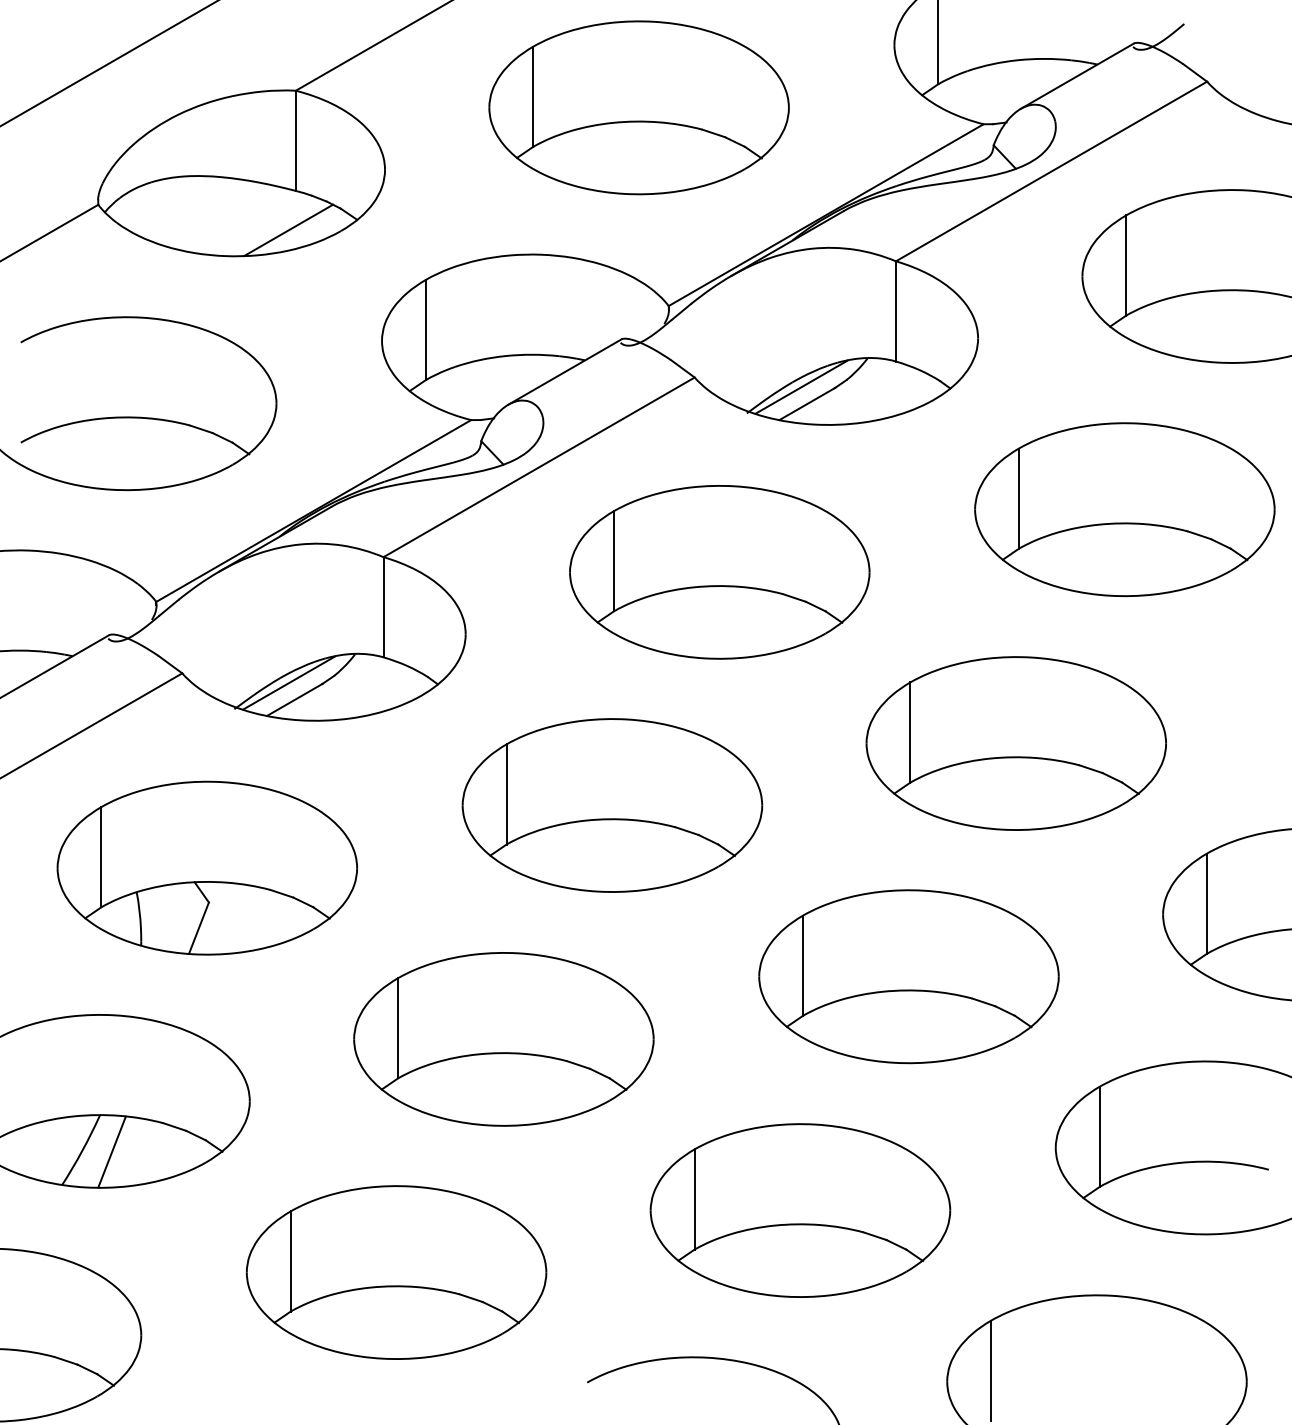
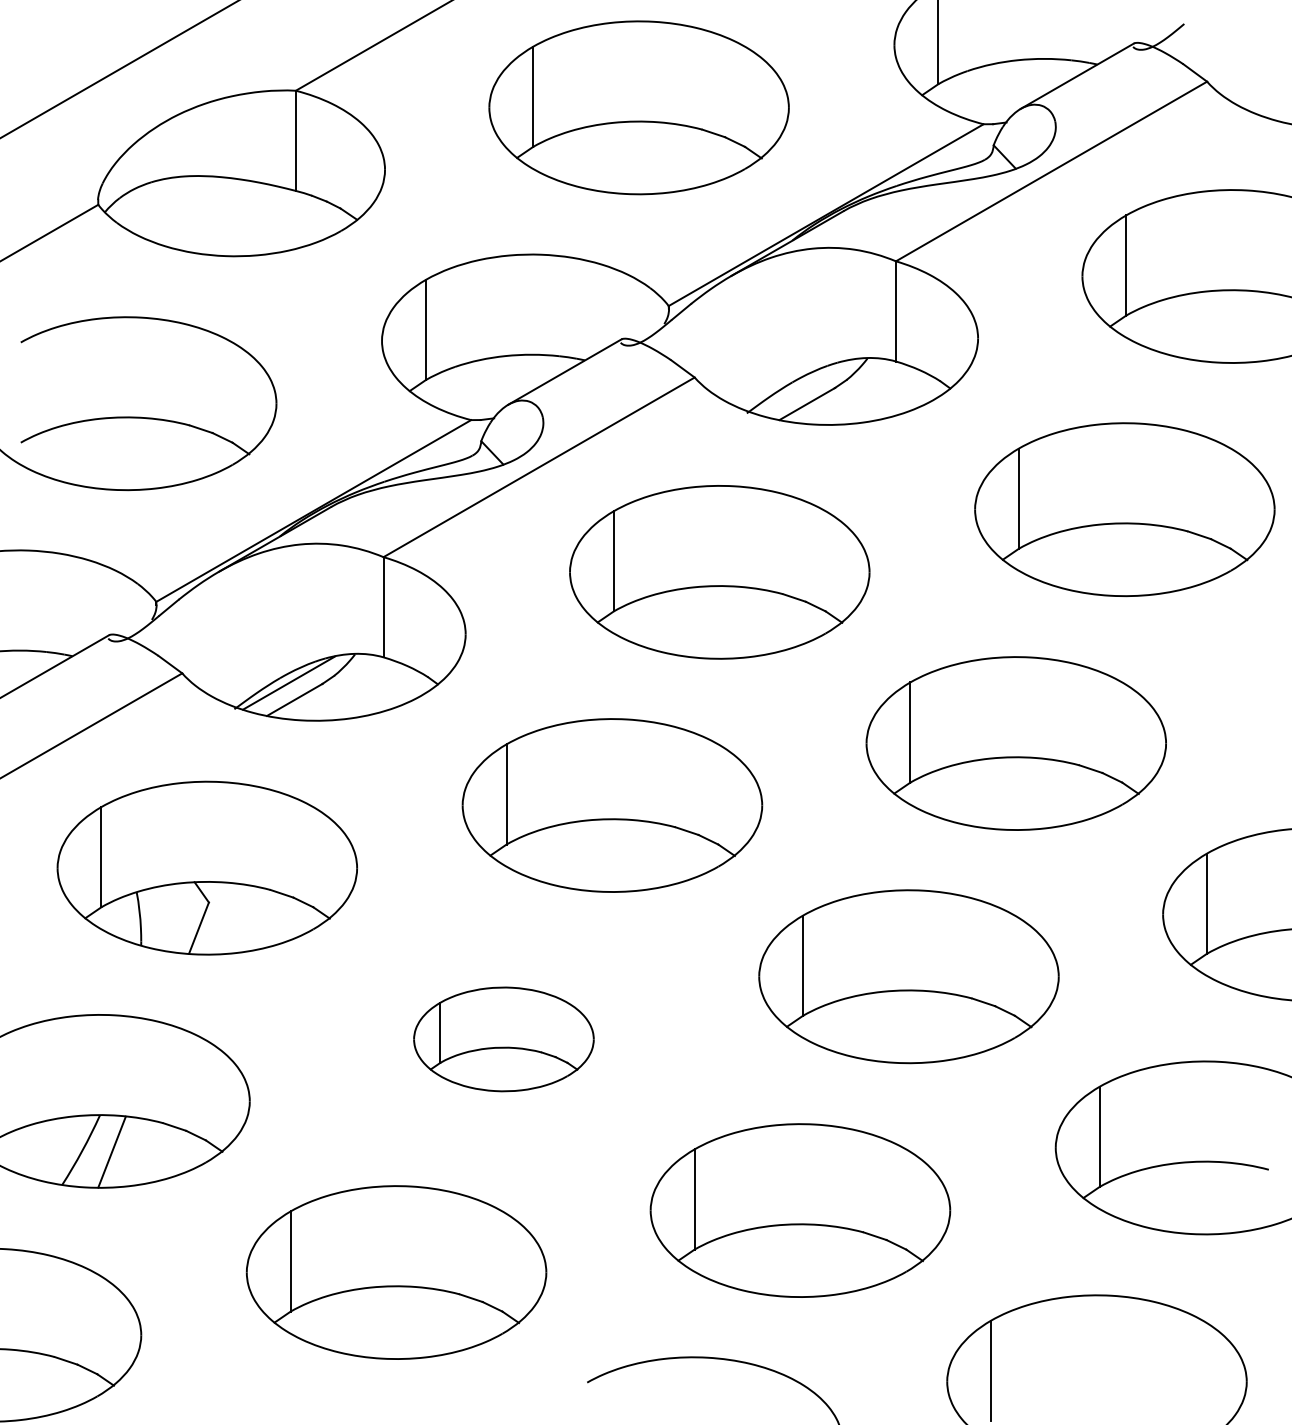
line at (108, 63) position: (108, 63) -> (118, 69)
line at (288, 230): present -> none
line at (801, 386): present -> none
part at (503, 1039) size: 302x175 px -> 182x107 px
